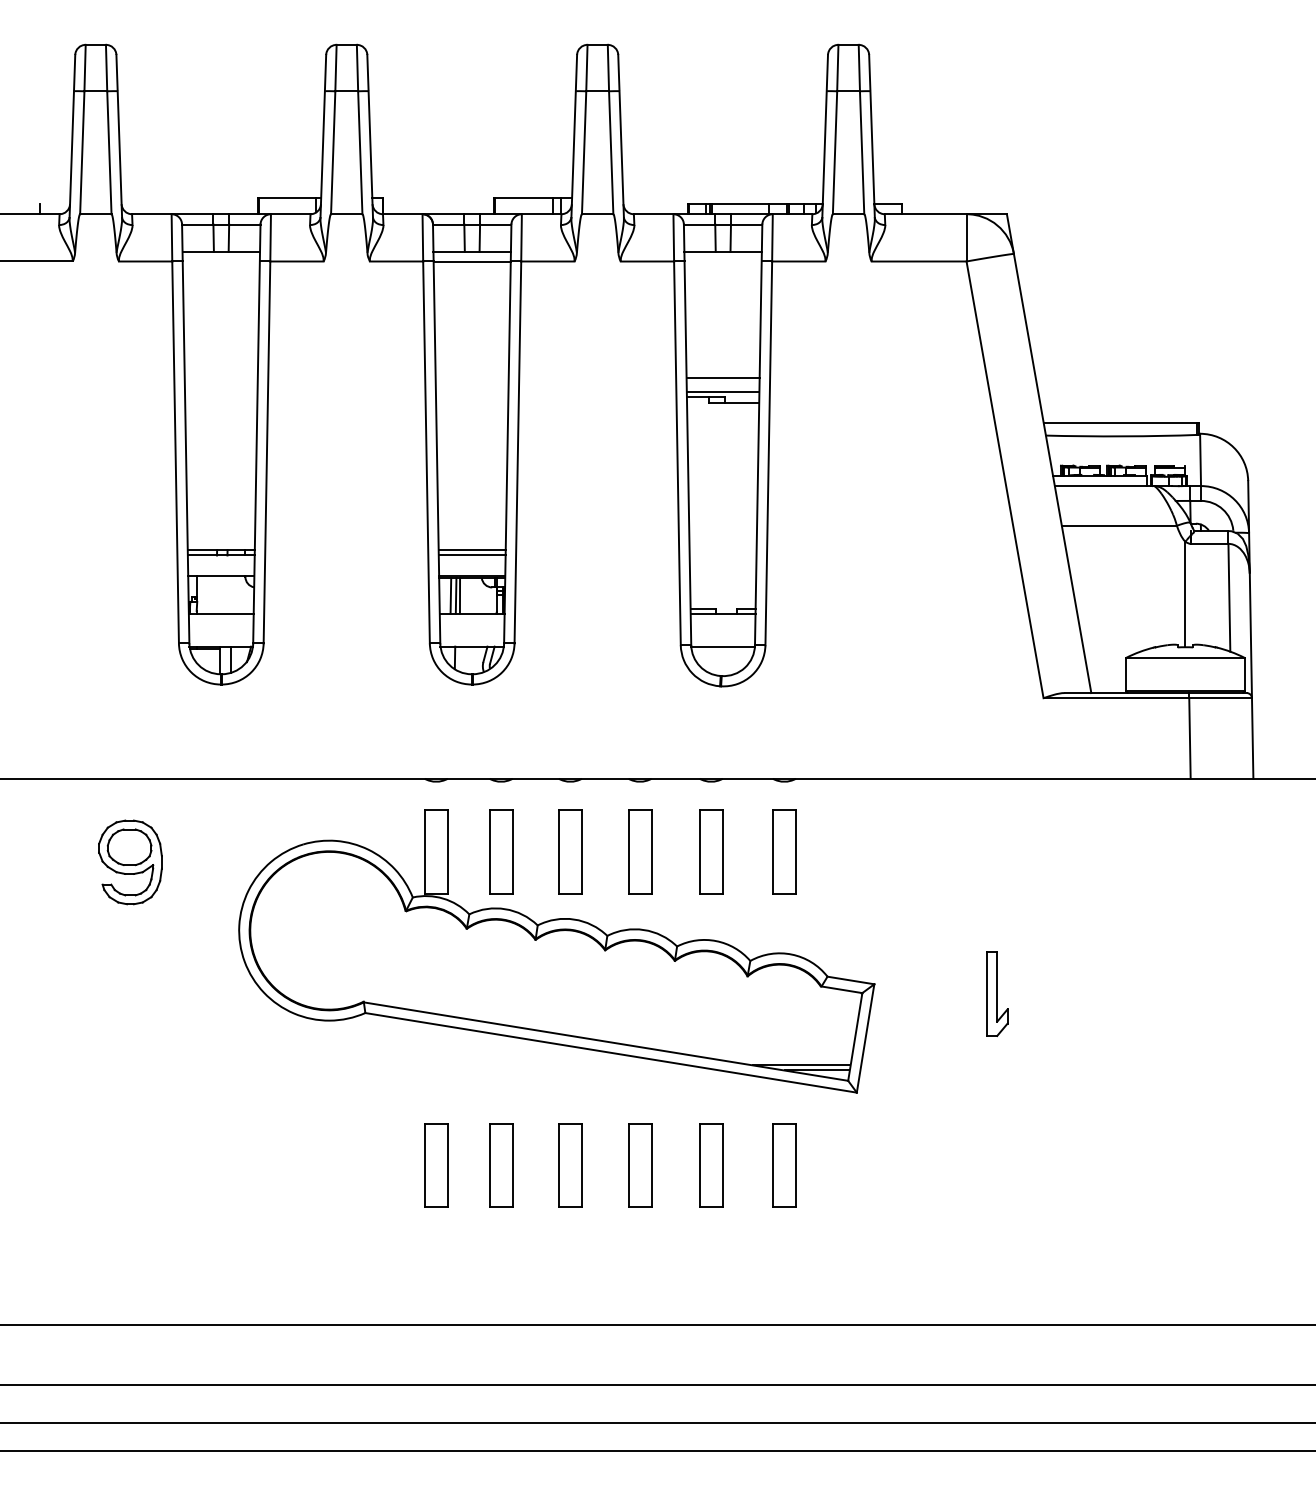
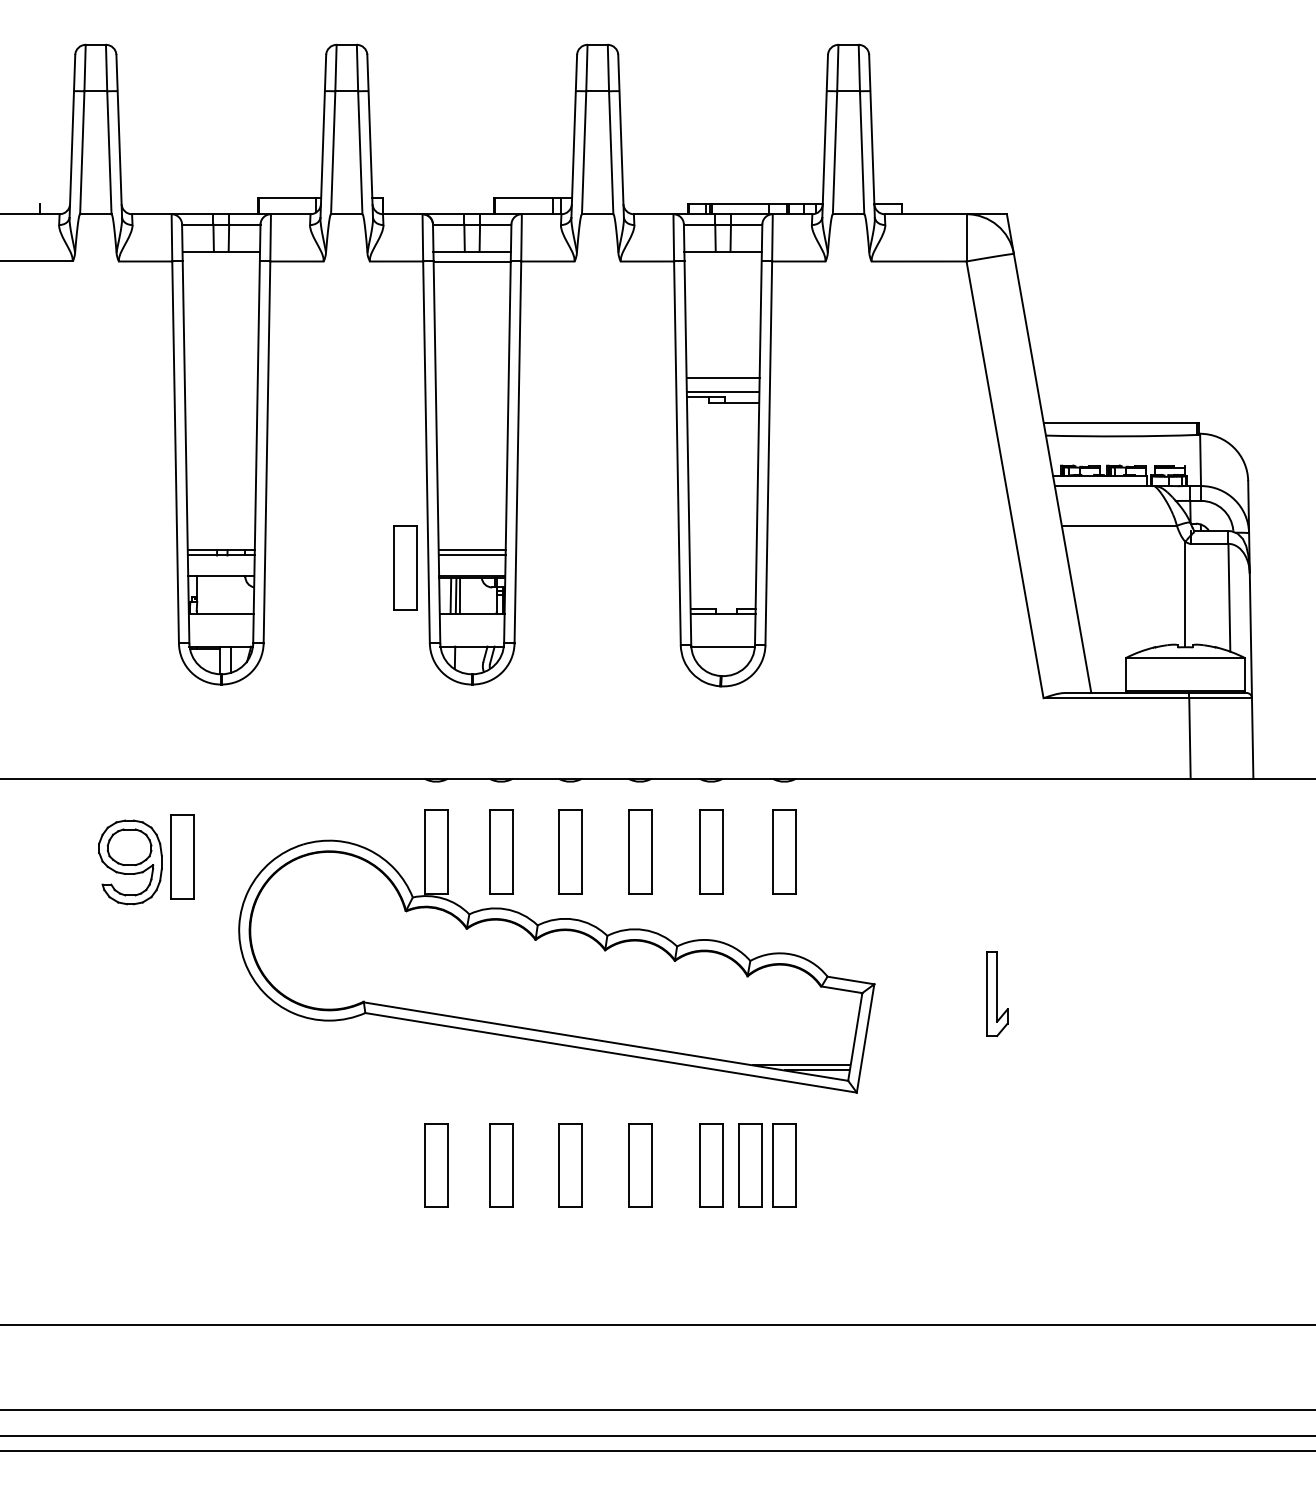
part at (405, 567): none -> present
part at (182, 856): none -> present
part at (750, 1165): none -> present
line at (657, 1384) position: (657, 1384) -> (657, 1409)
line at (657, 1423) position: (657, 1423) -> (657, 1436)
